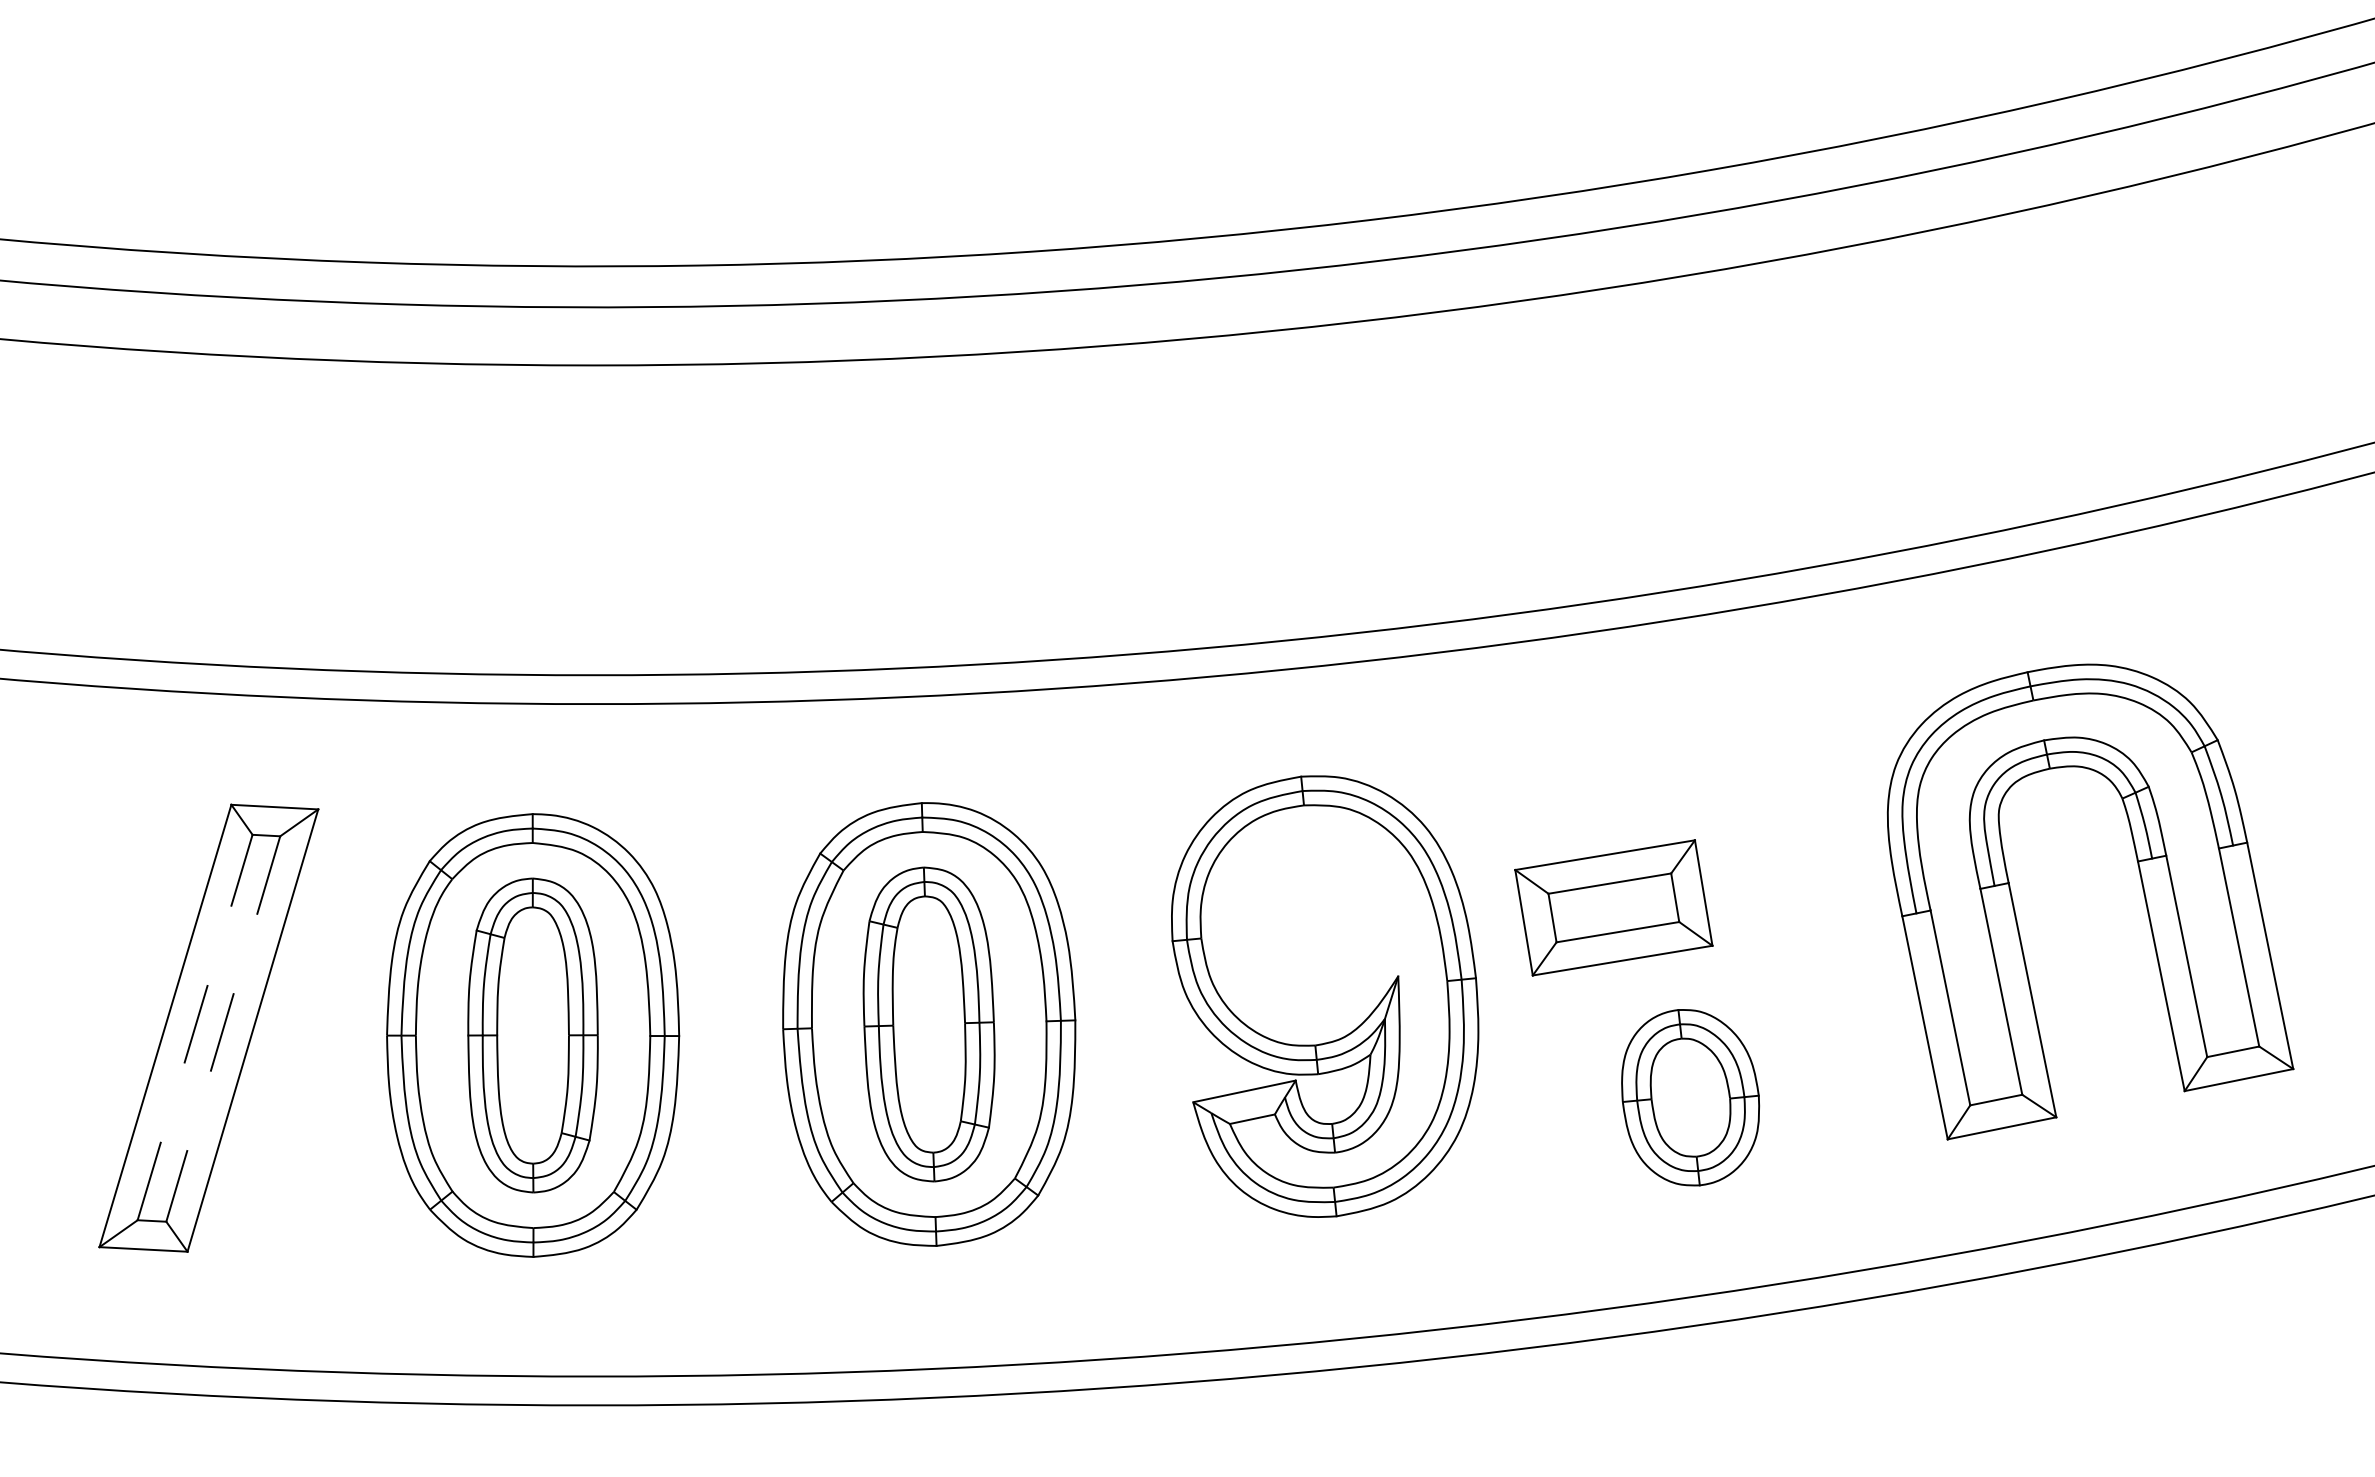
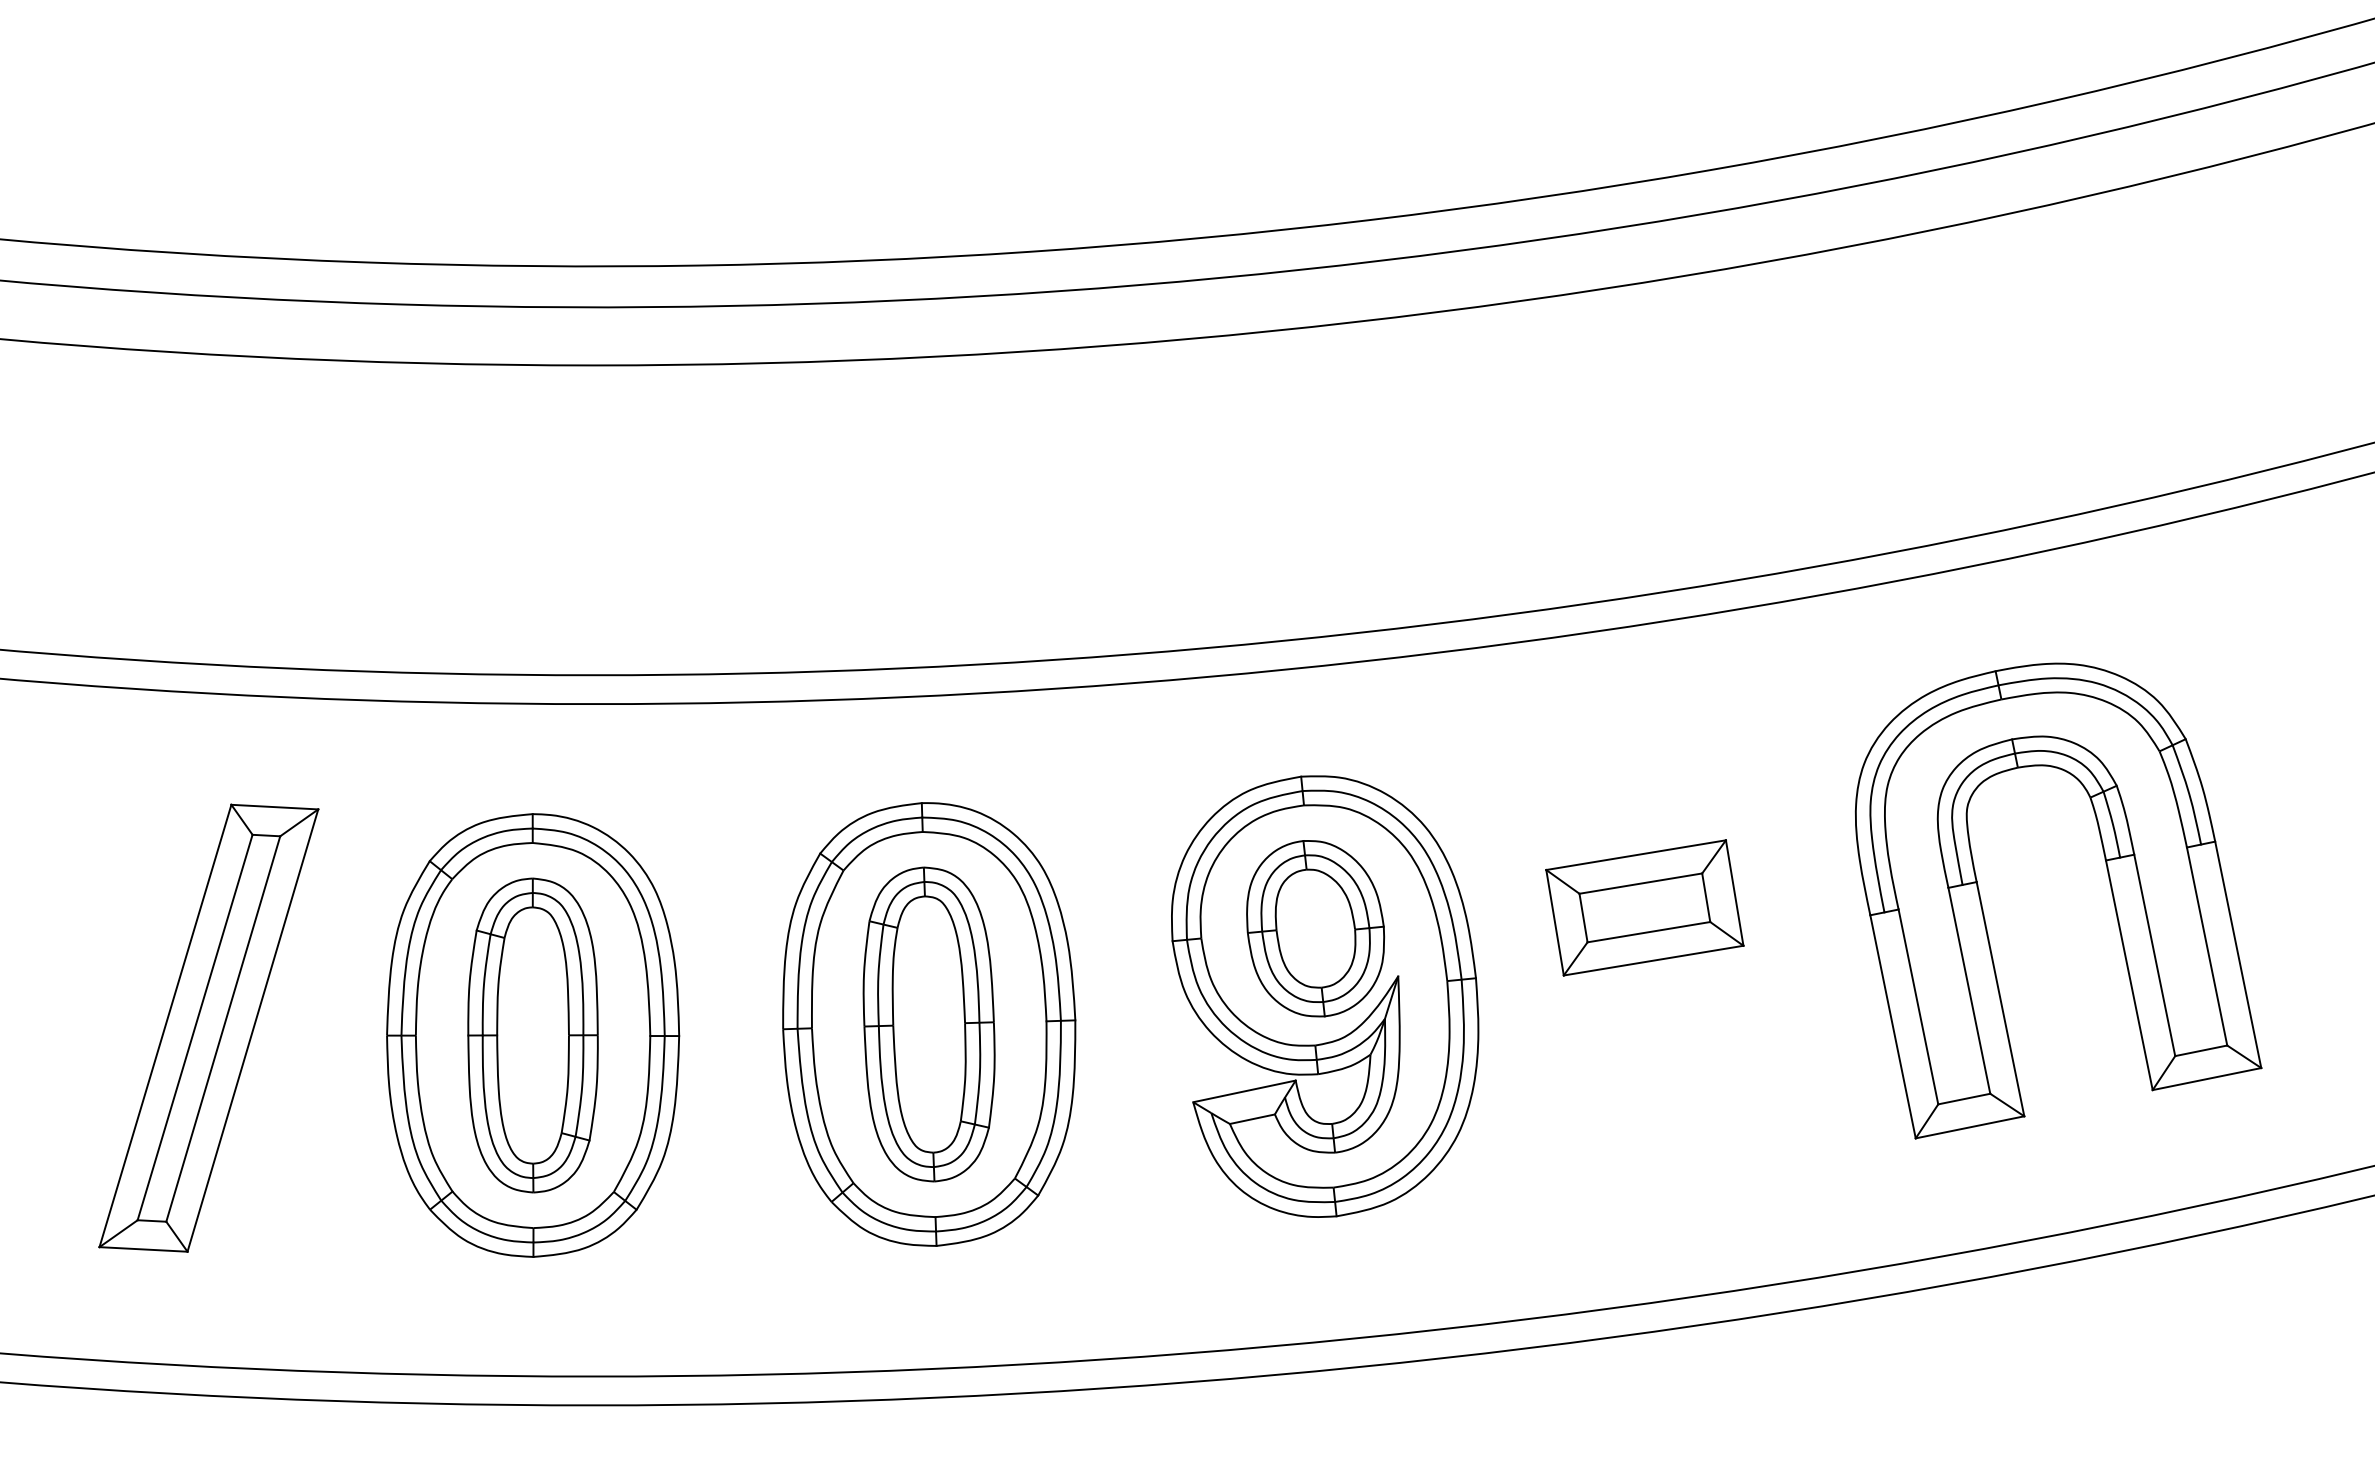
part at (2142, 889) position: (2142, 889) -> (2110, 888)
part at (1613, 907) position: (1613, 907) -> (1644, 907)
line at (195, 1027): dashed -> solid
line at (223, 1029): dashed -> solid
part at (1690, 1097) position: (1690, 1097) -> (1315, 928)
